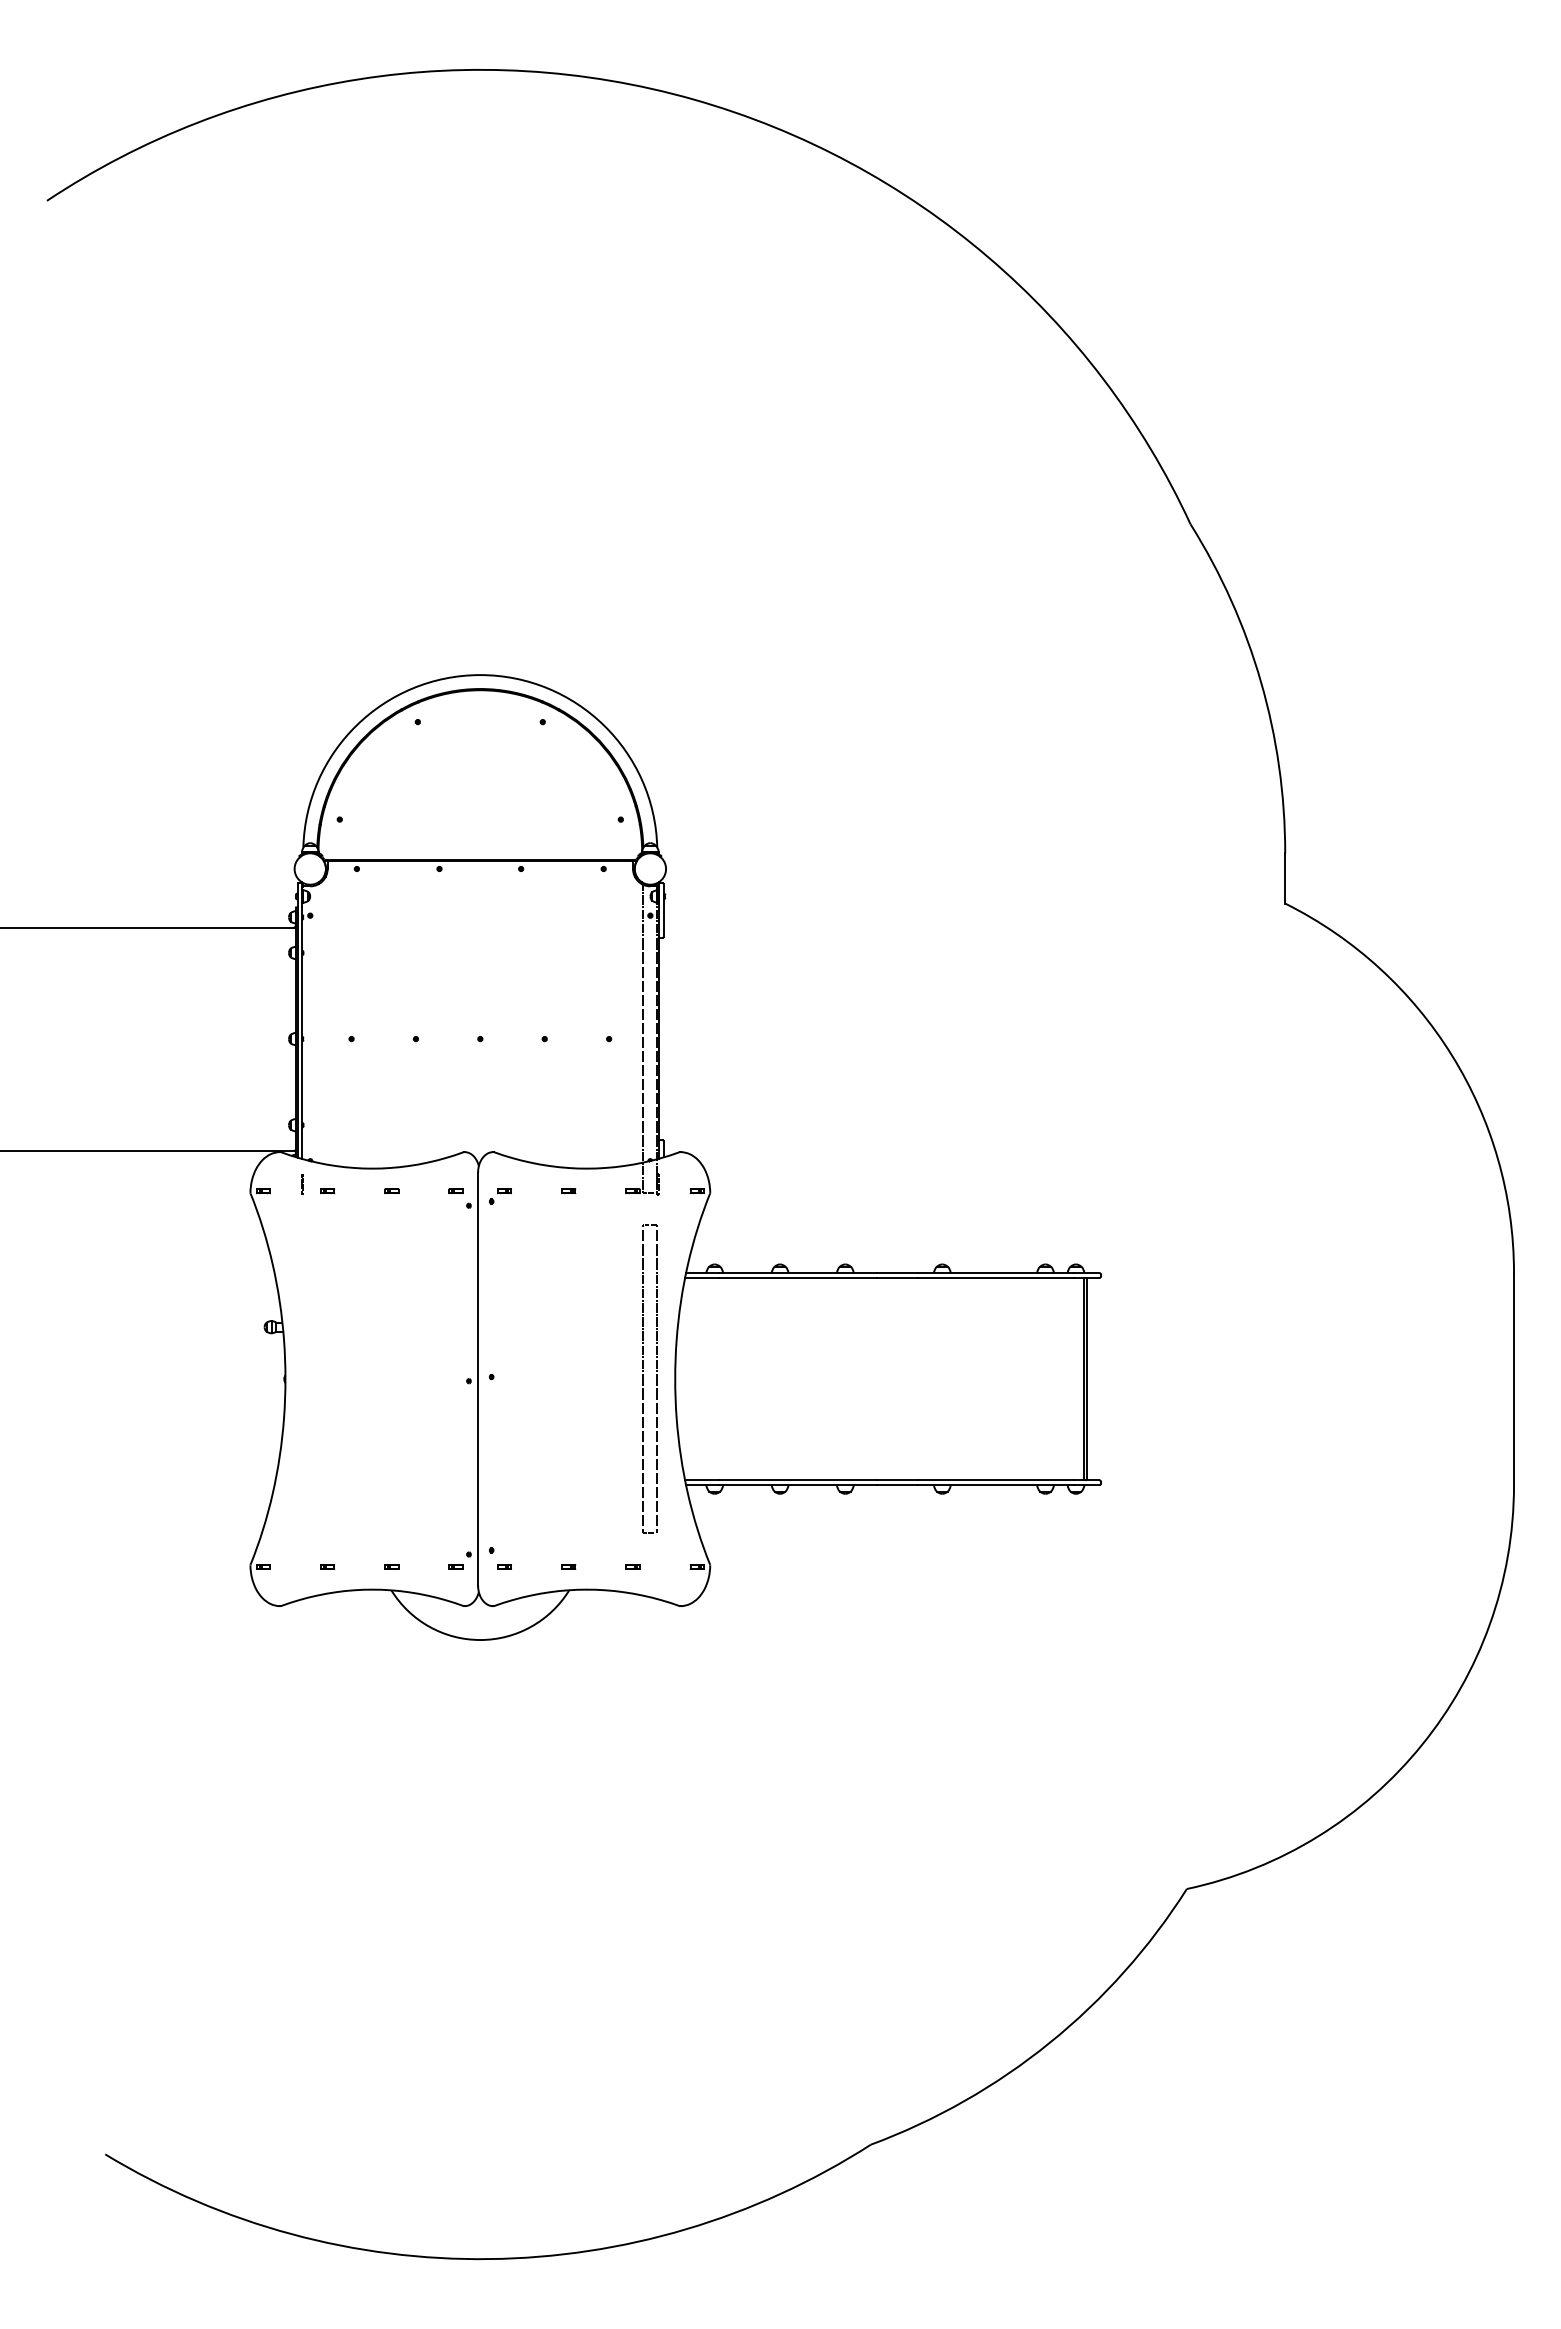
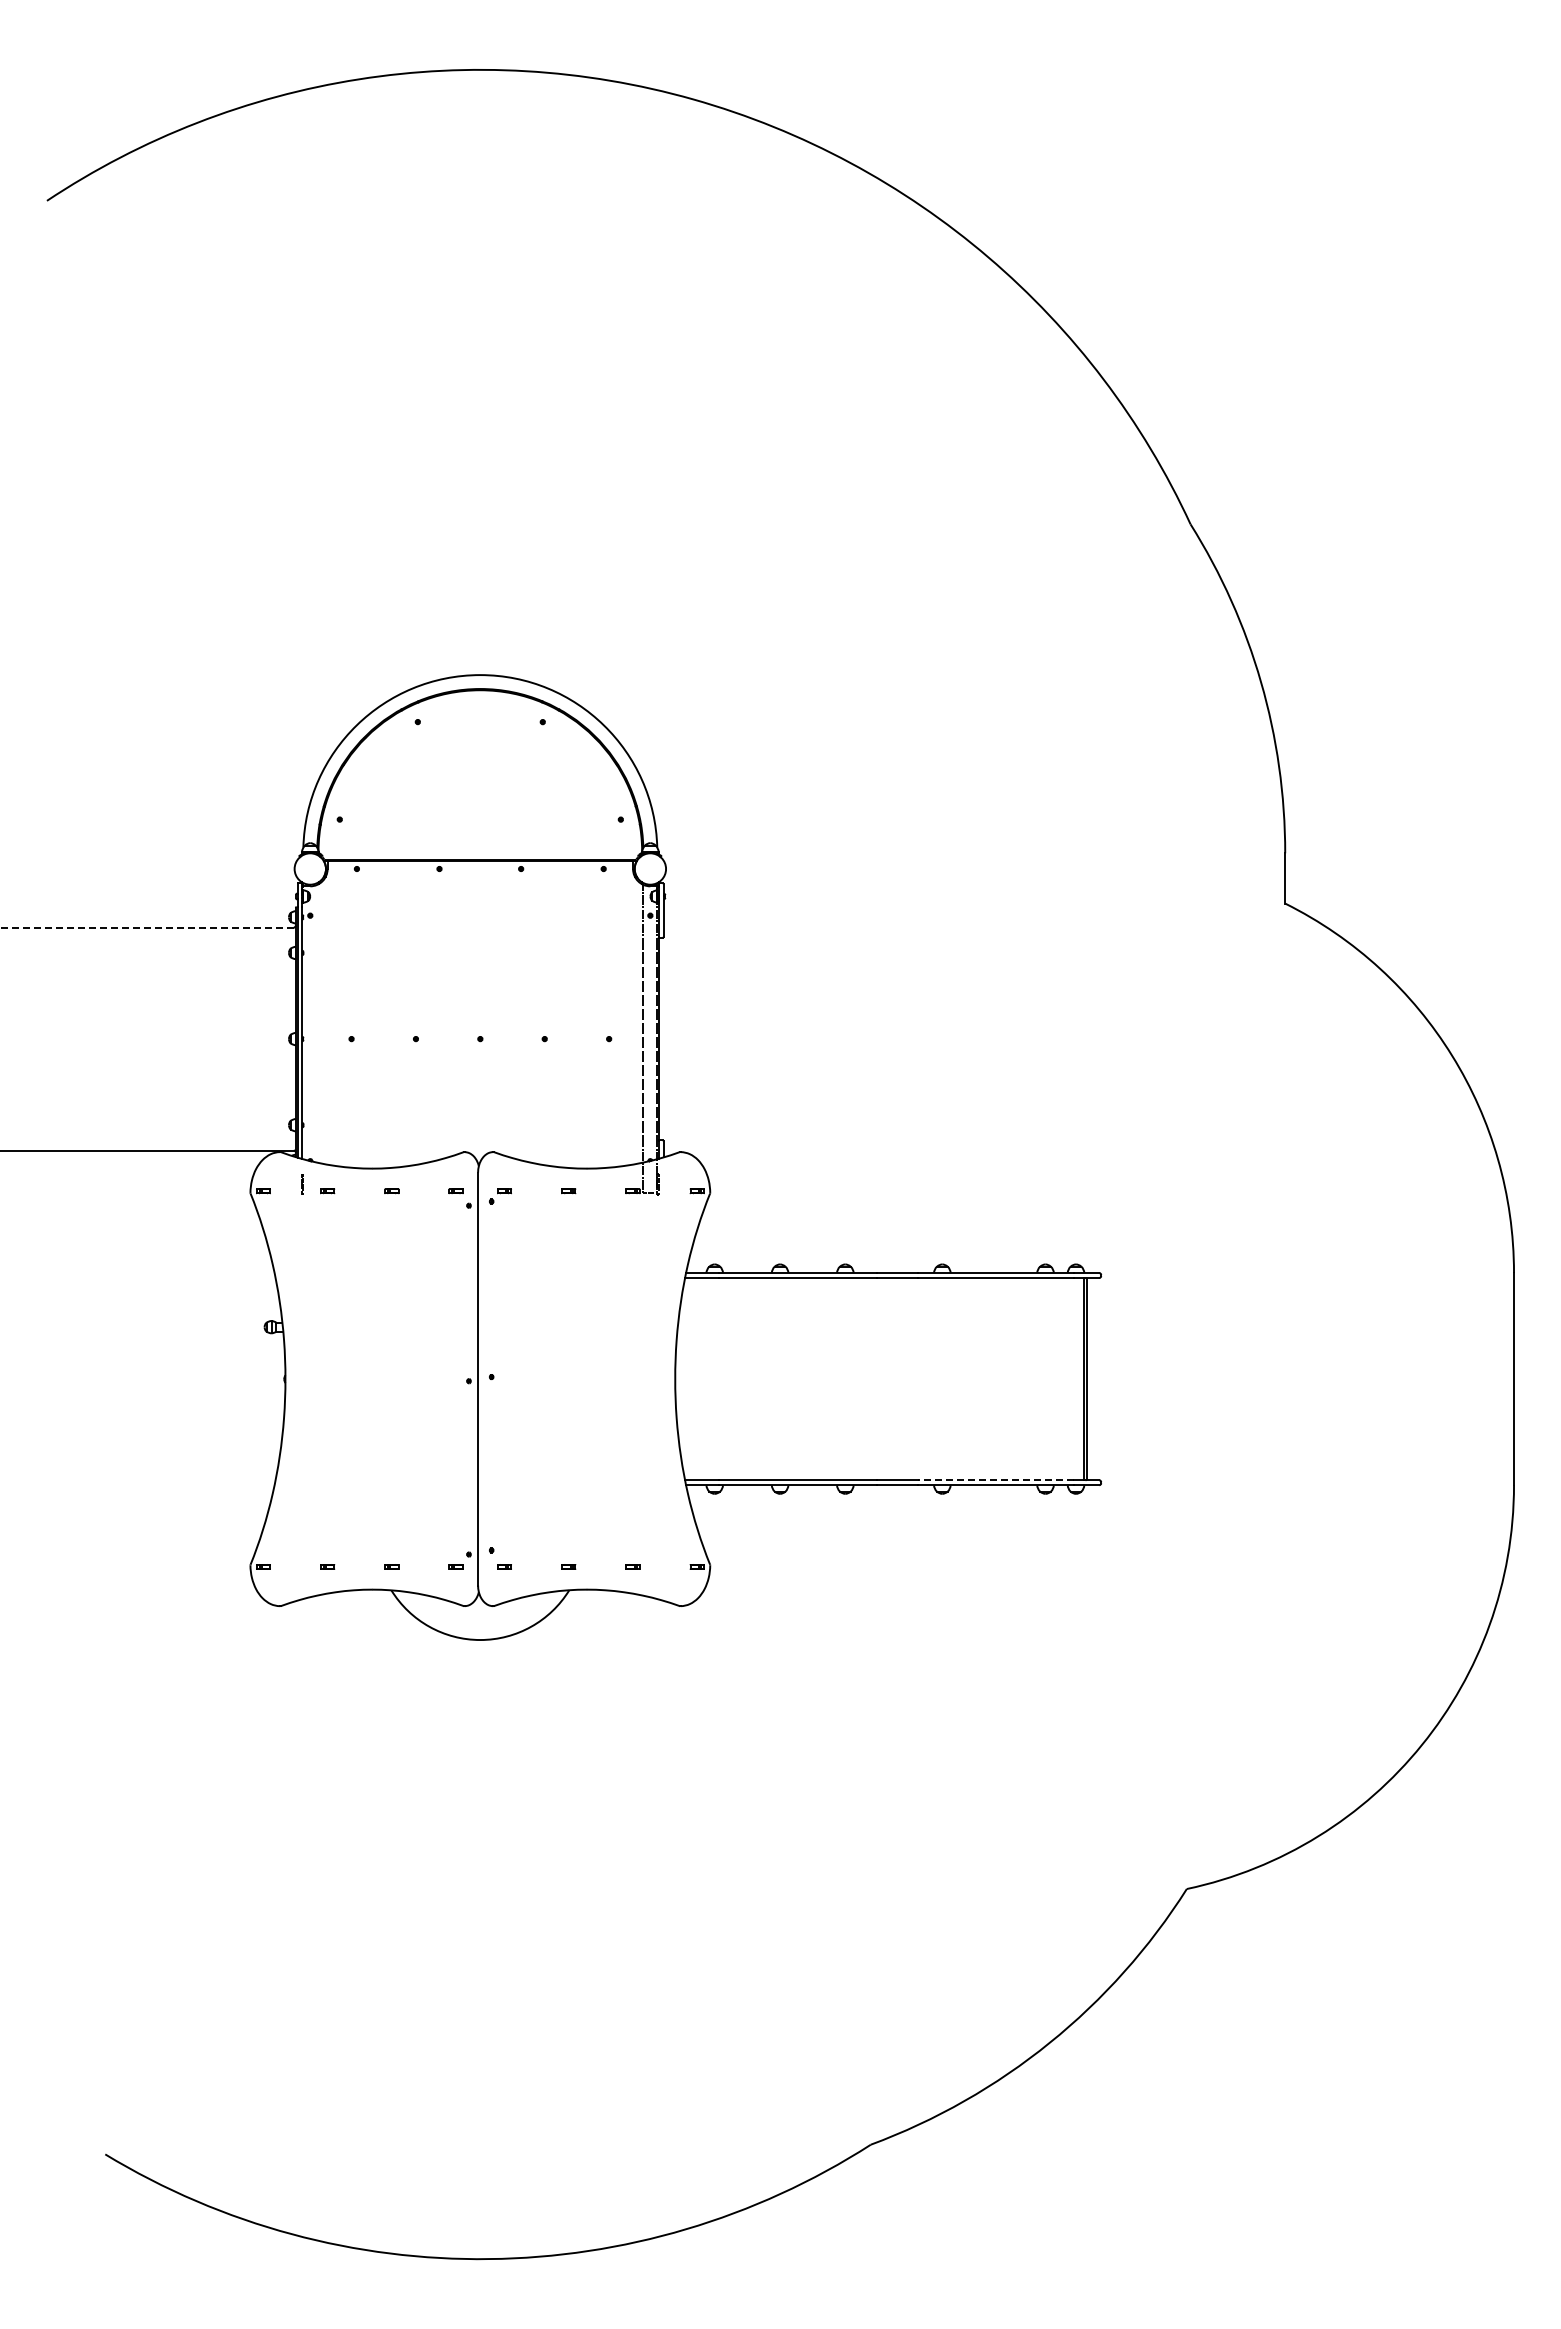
line at (146, 927): solid -> dashed
part at (649, 1378): present -> none
line at (995, 1480): solid -> dashed
